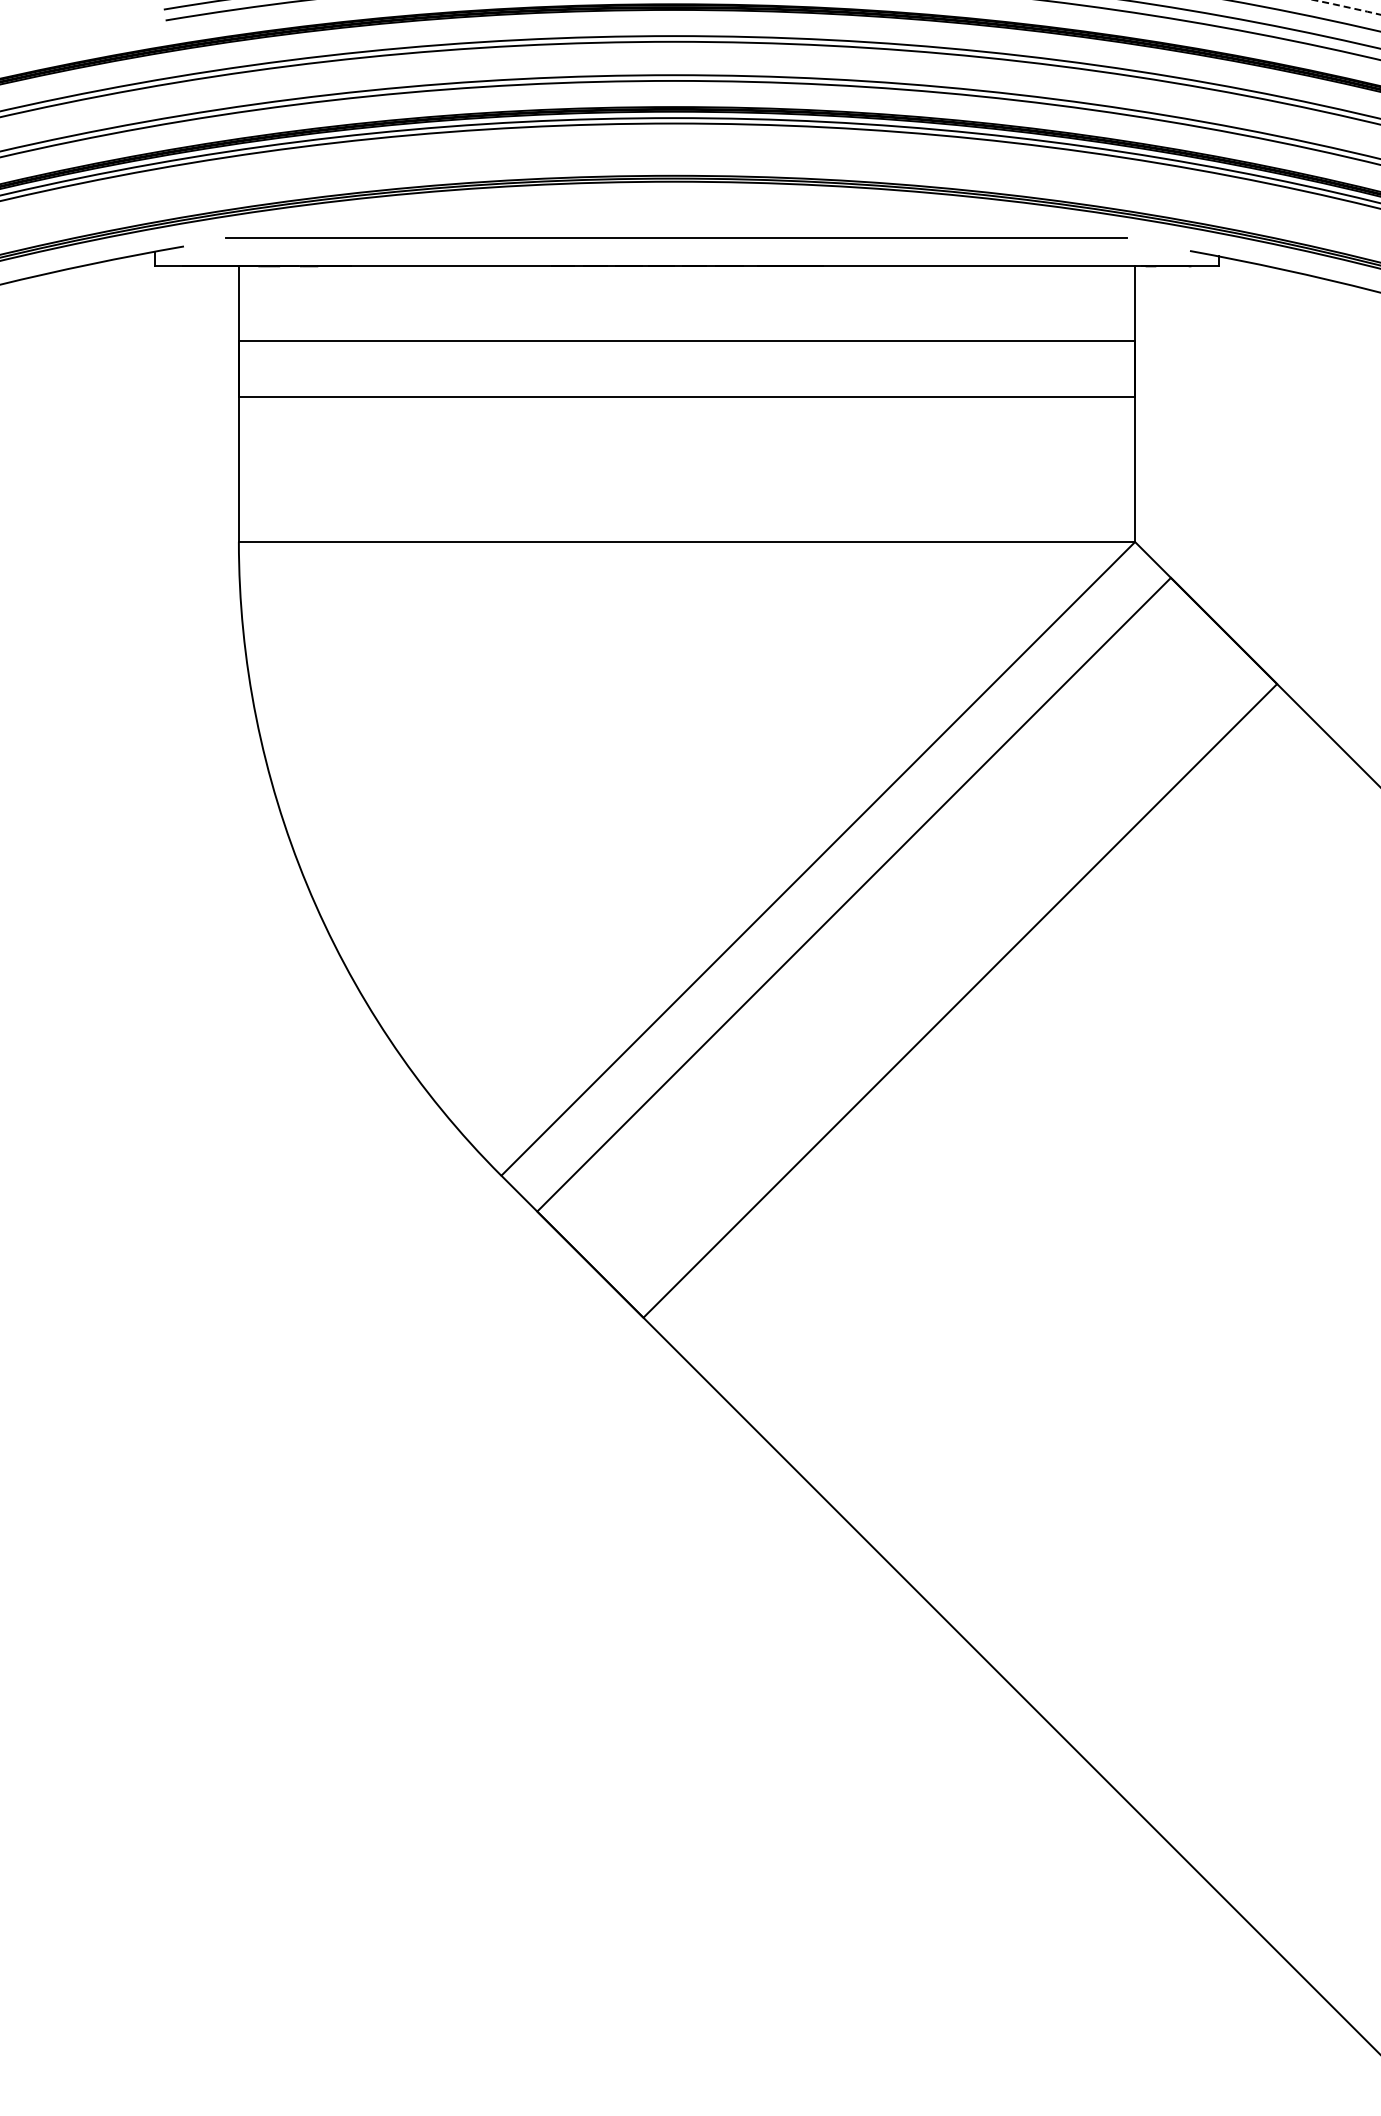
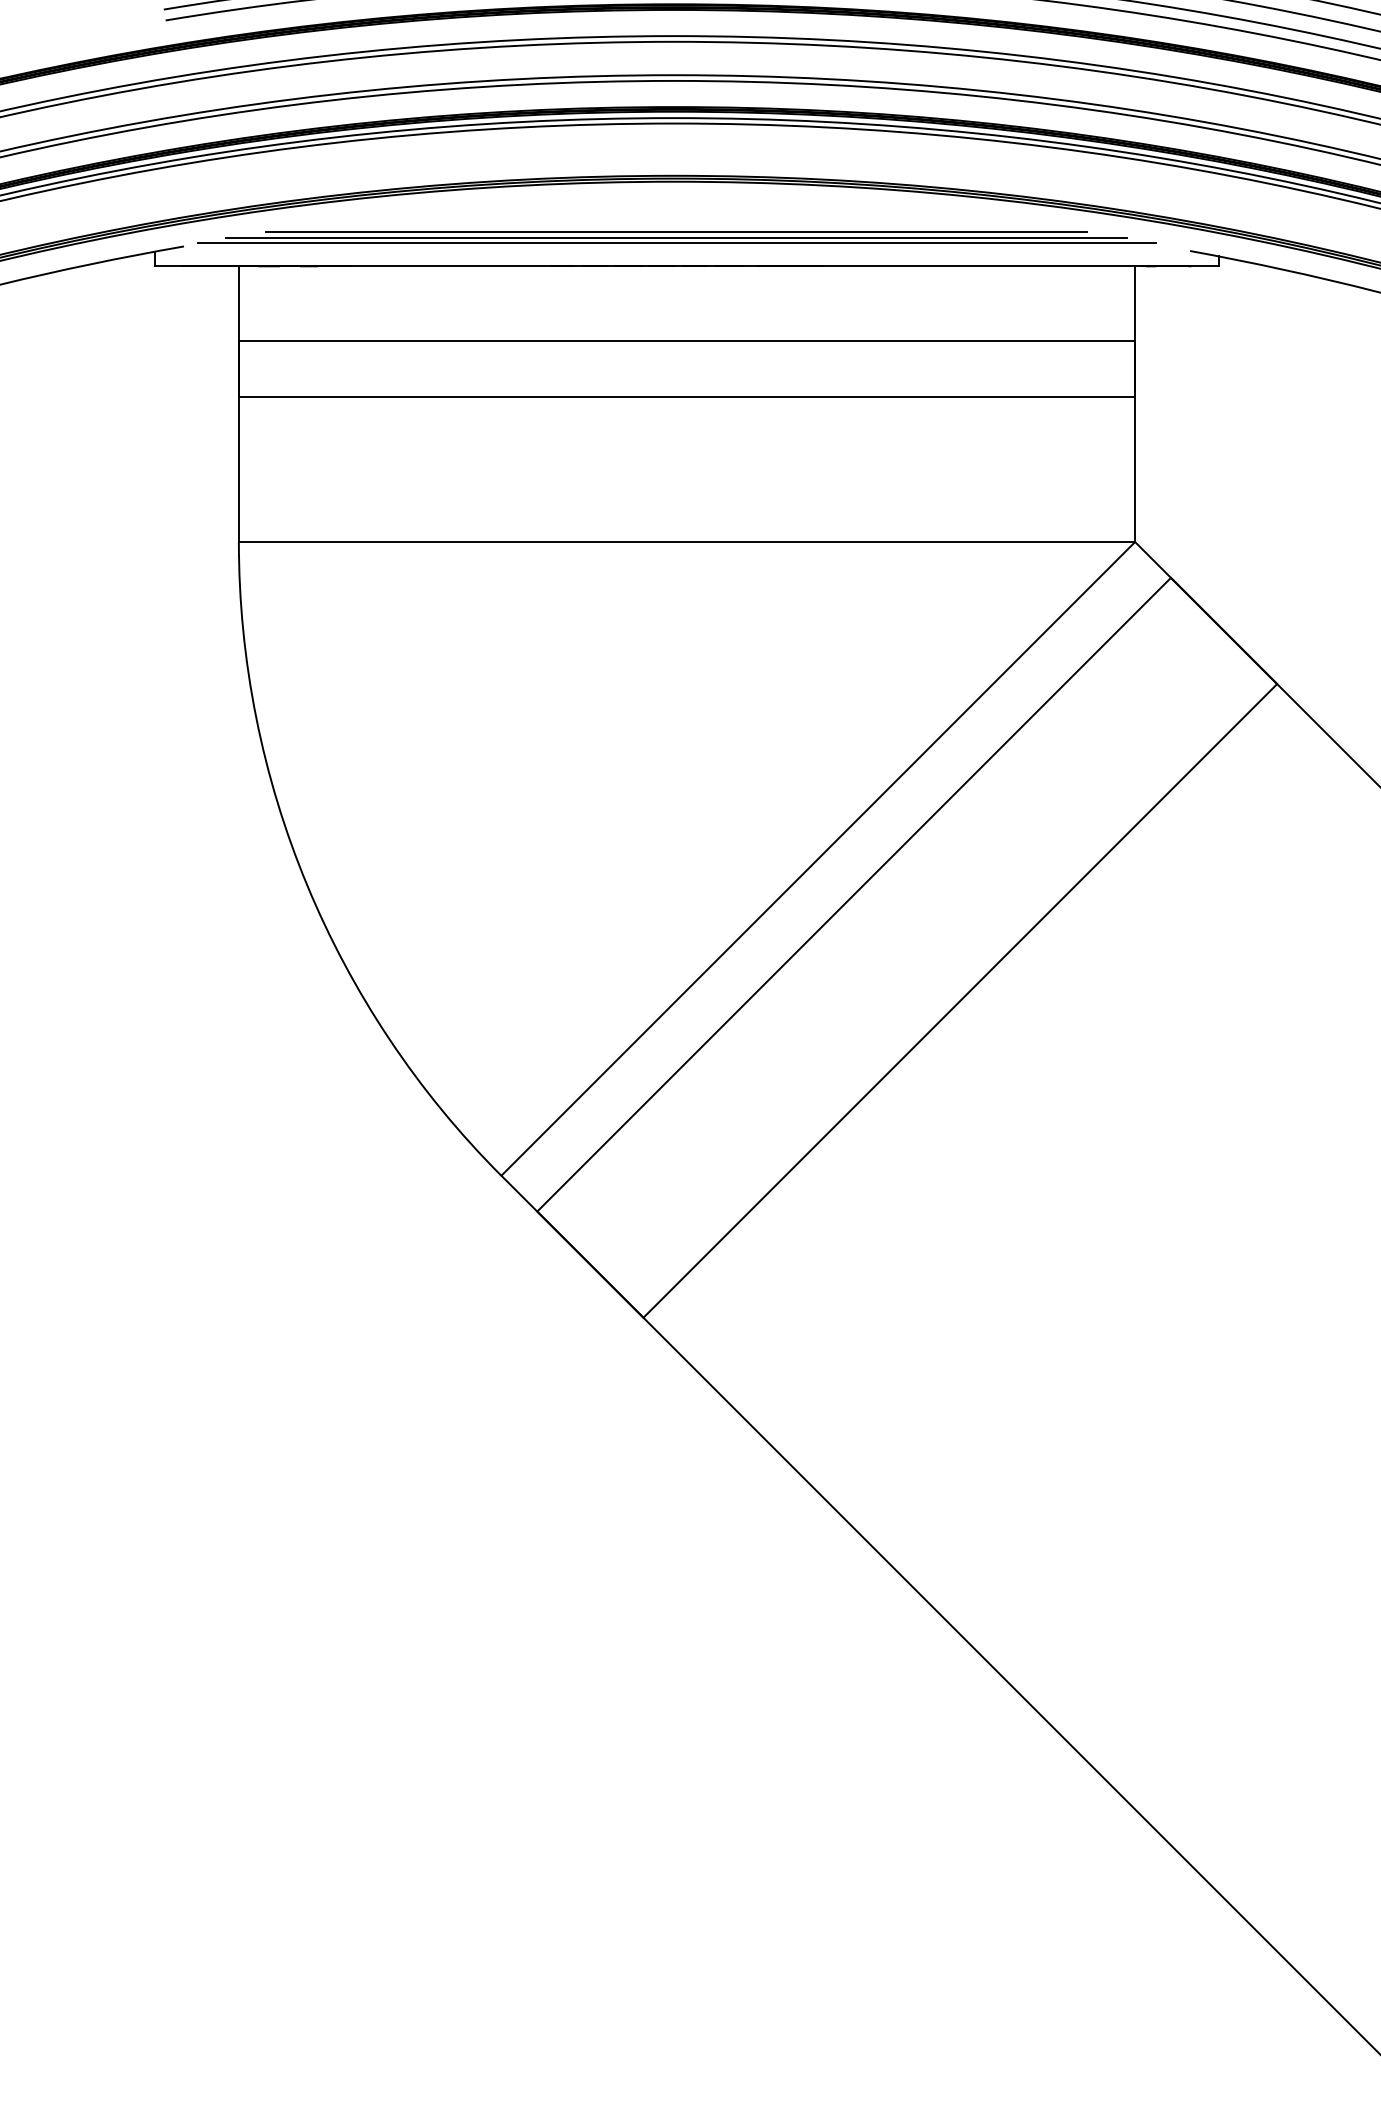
arc at (1347, 7): dashed -> solid
line at (676, 232): none -> present
line at (676, 243): none -> present
